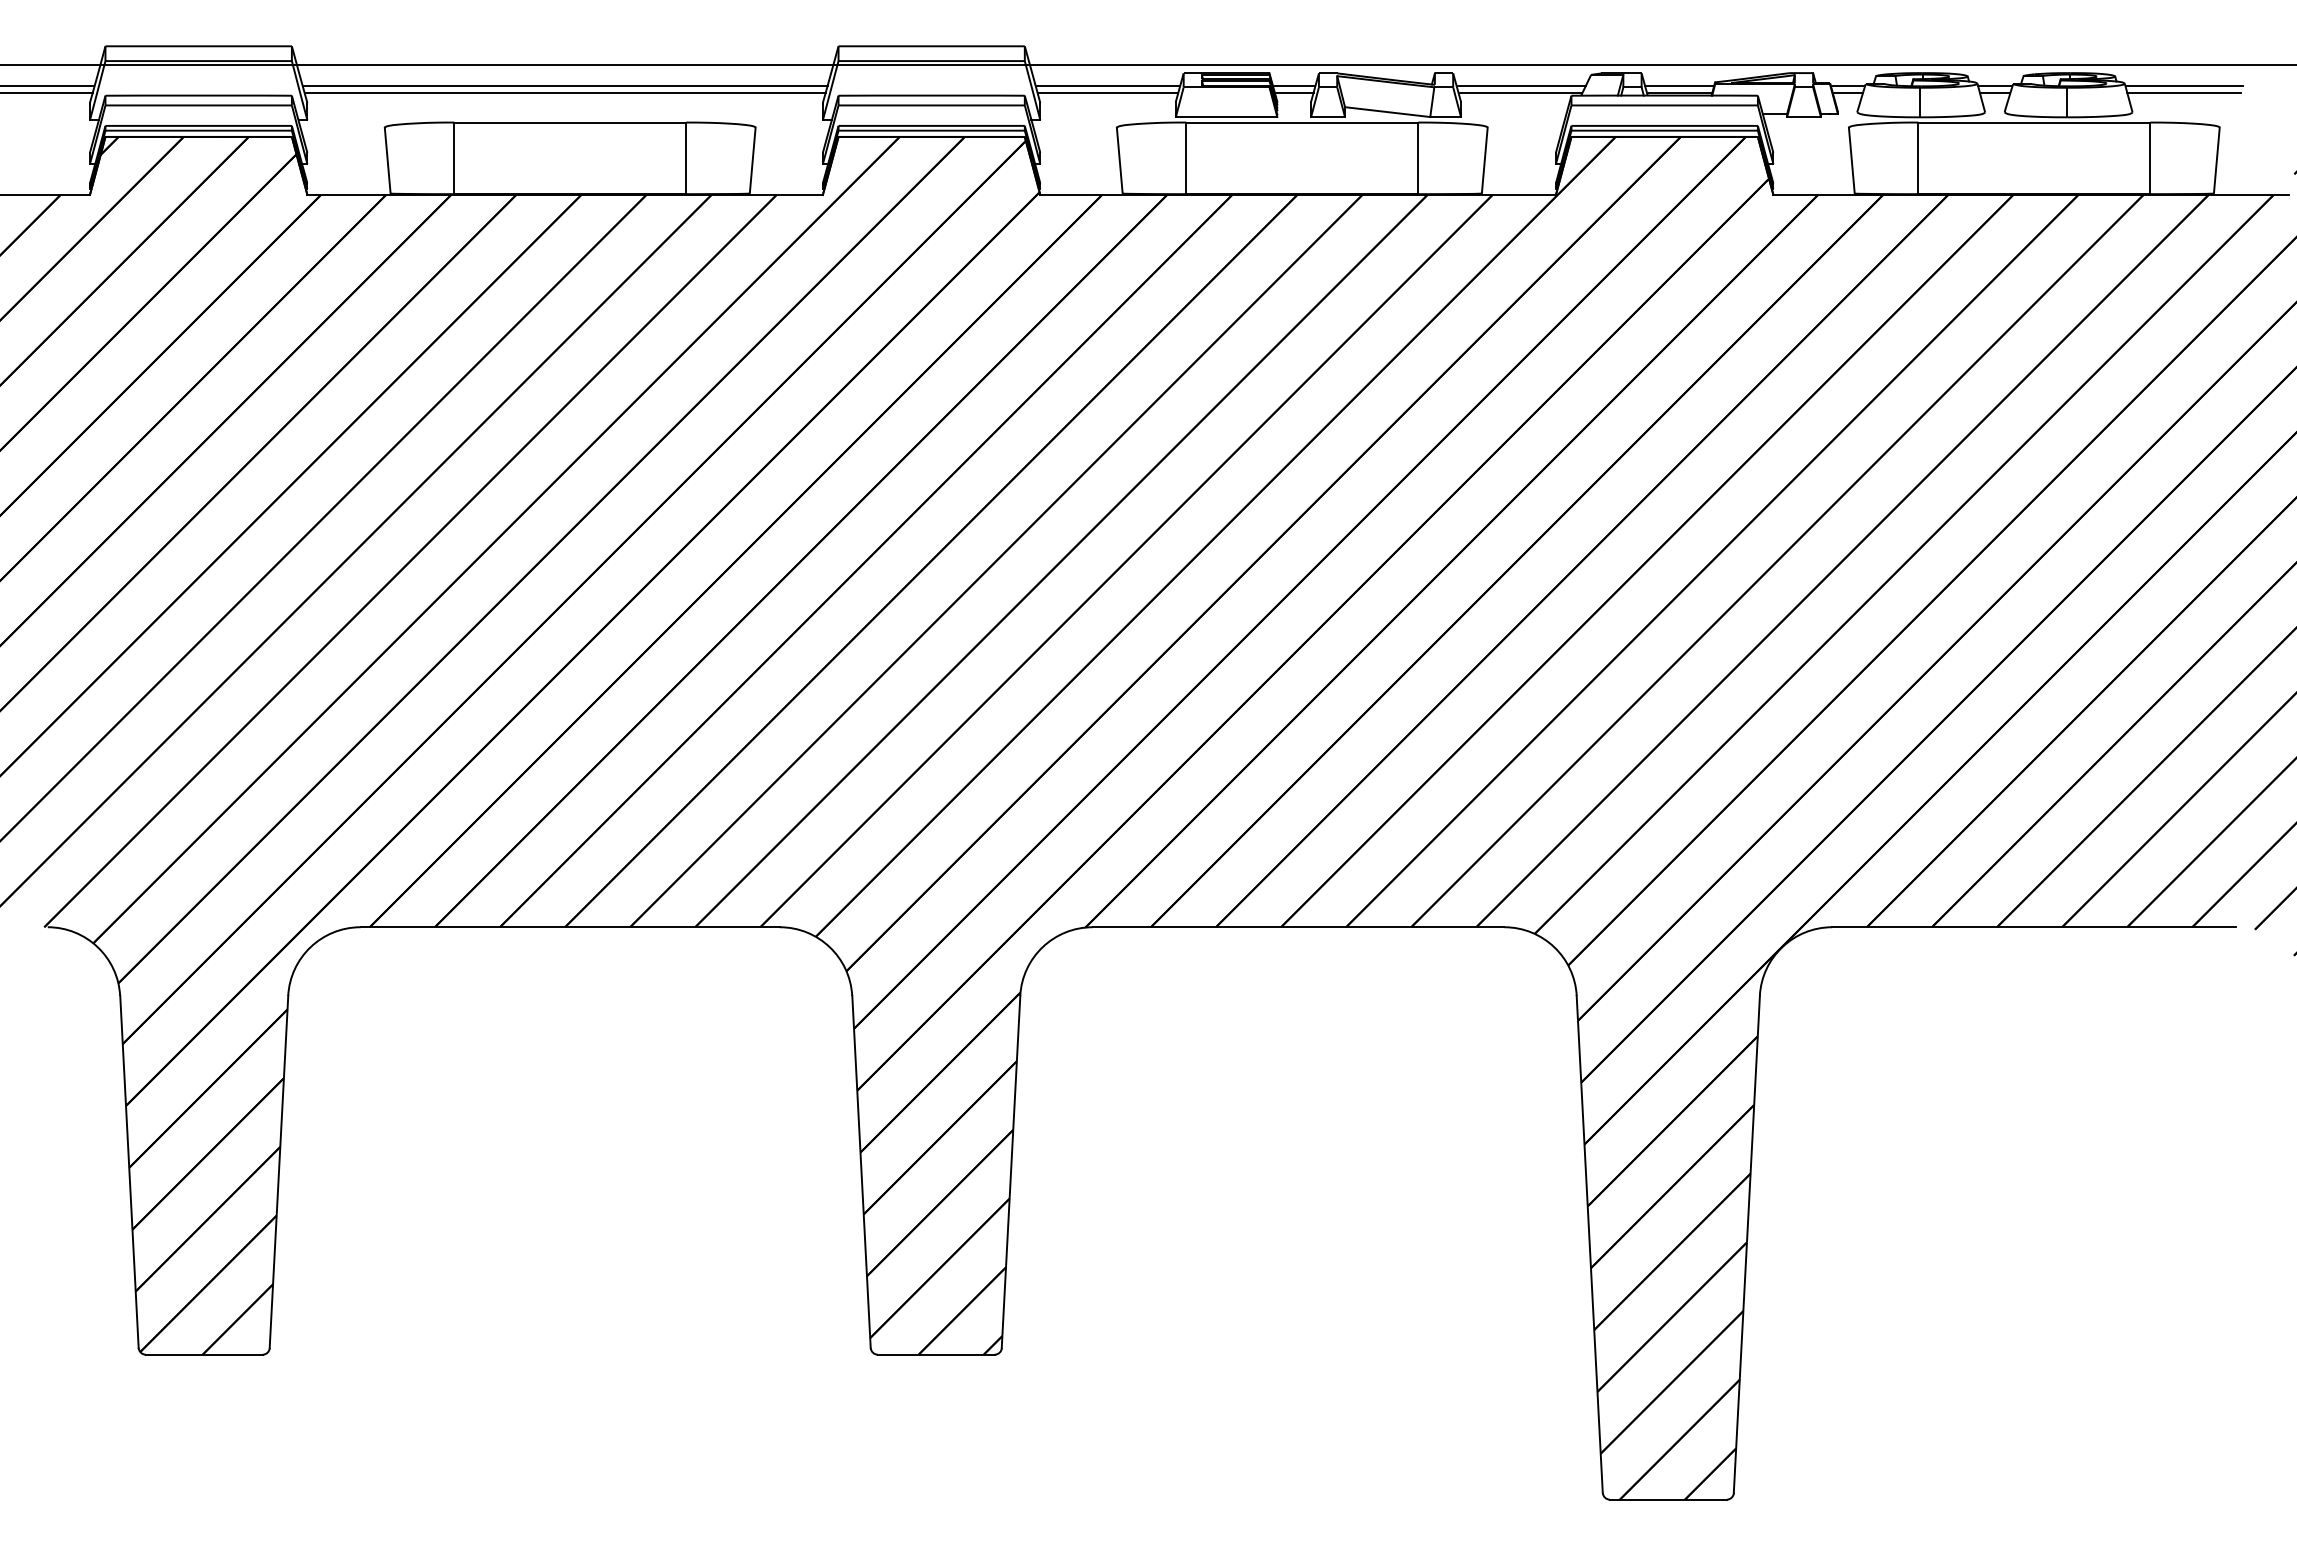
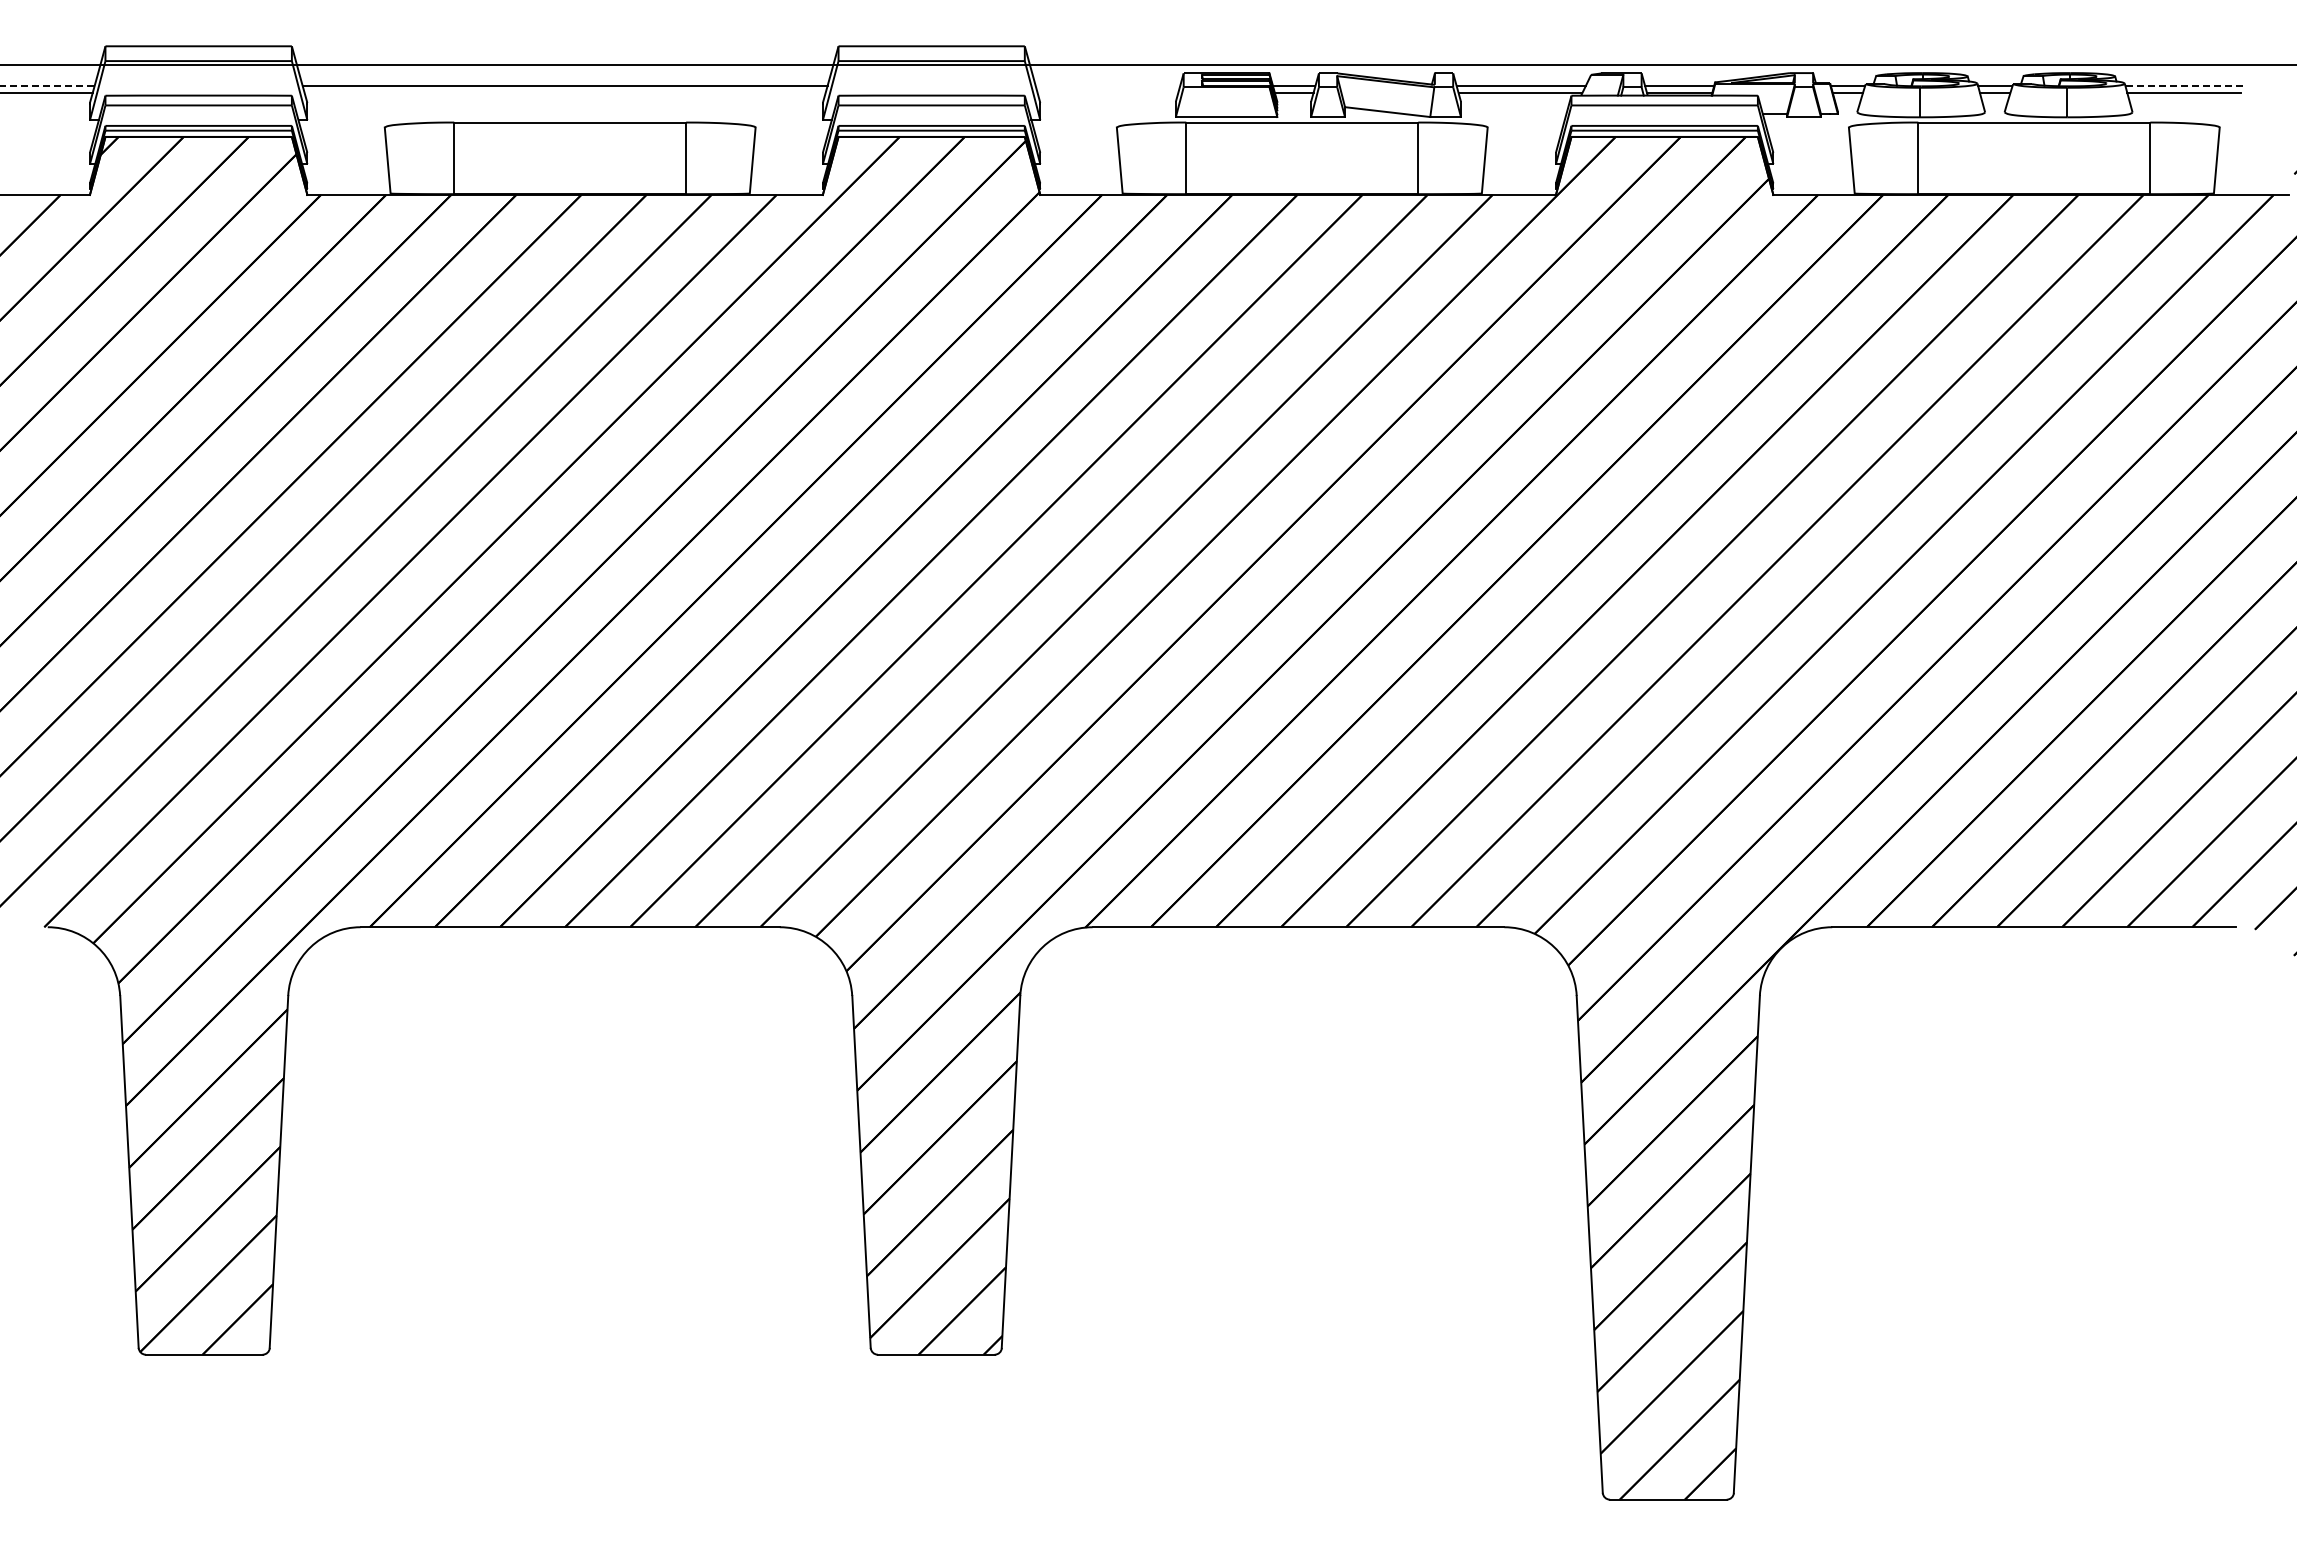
line at (47, 86): solid -> dashed
line at (1107, 86): present -> none
line at (2184, 86): solid -> dashed
line at (564, 92): present -> none
line at (1107, 92): present -> none
